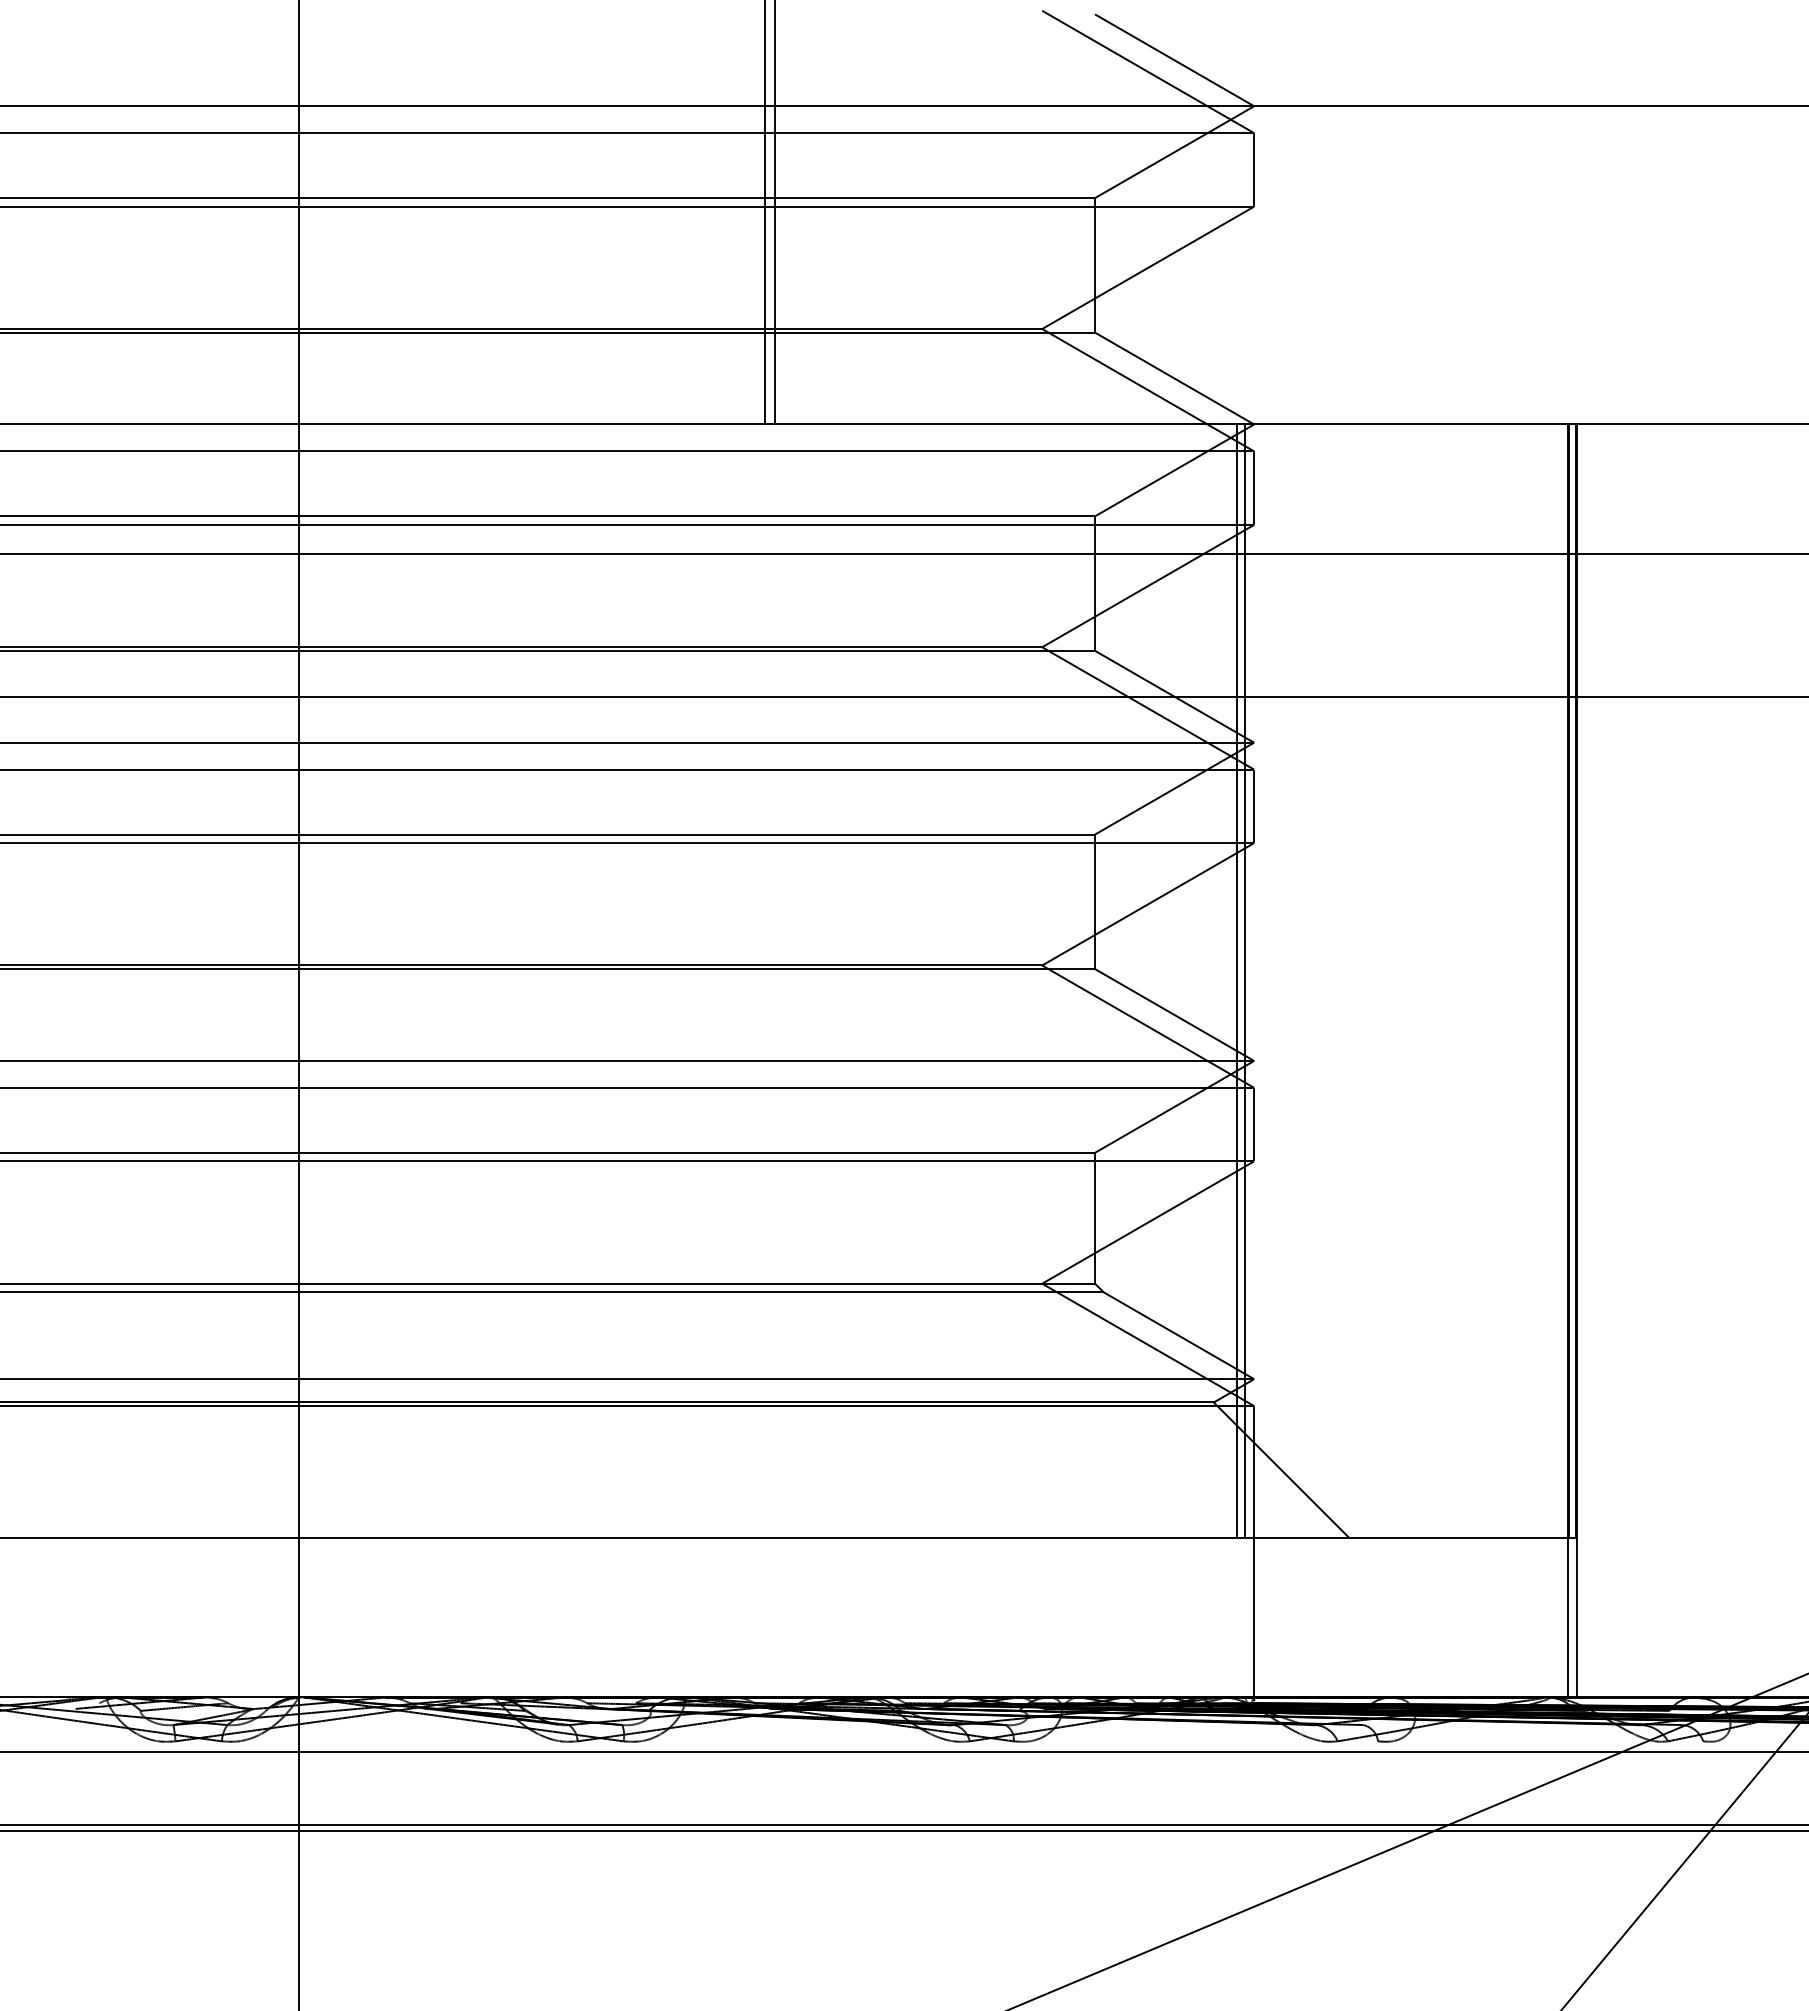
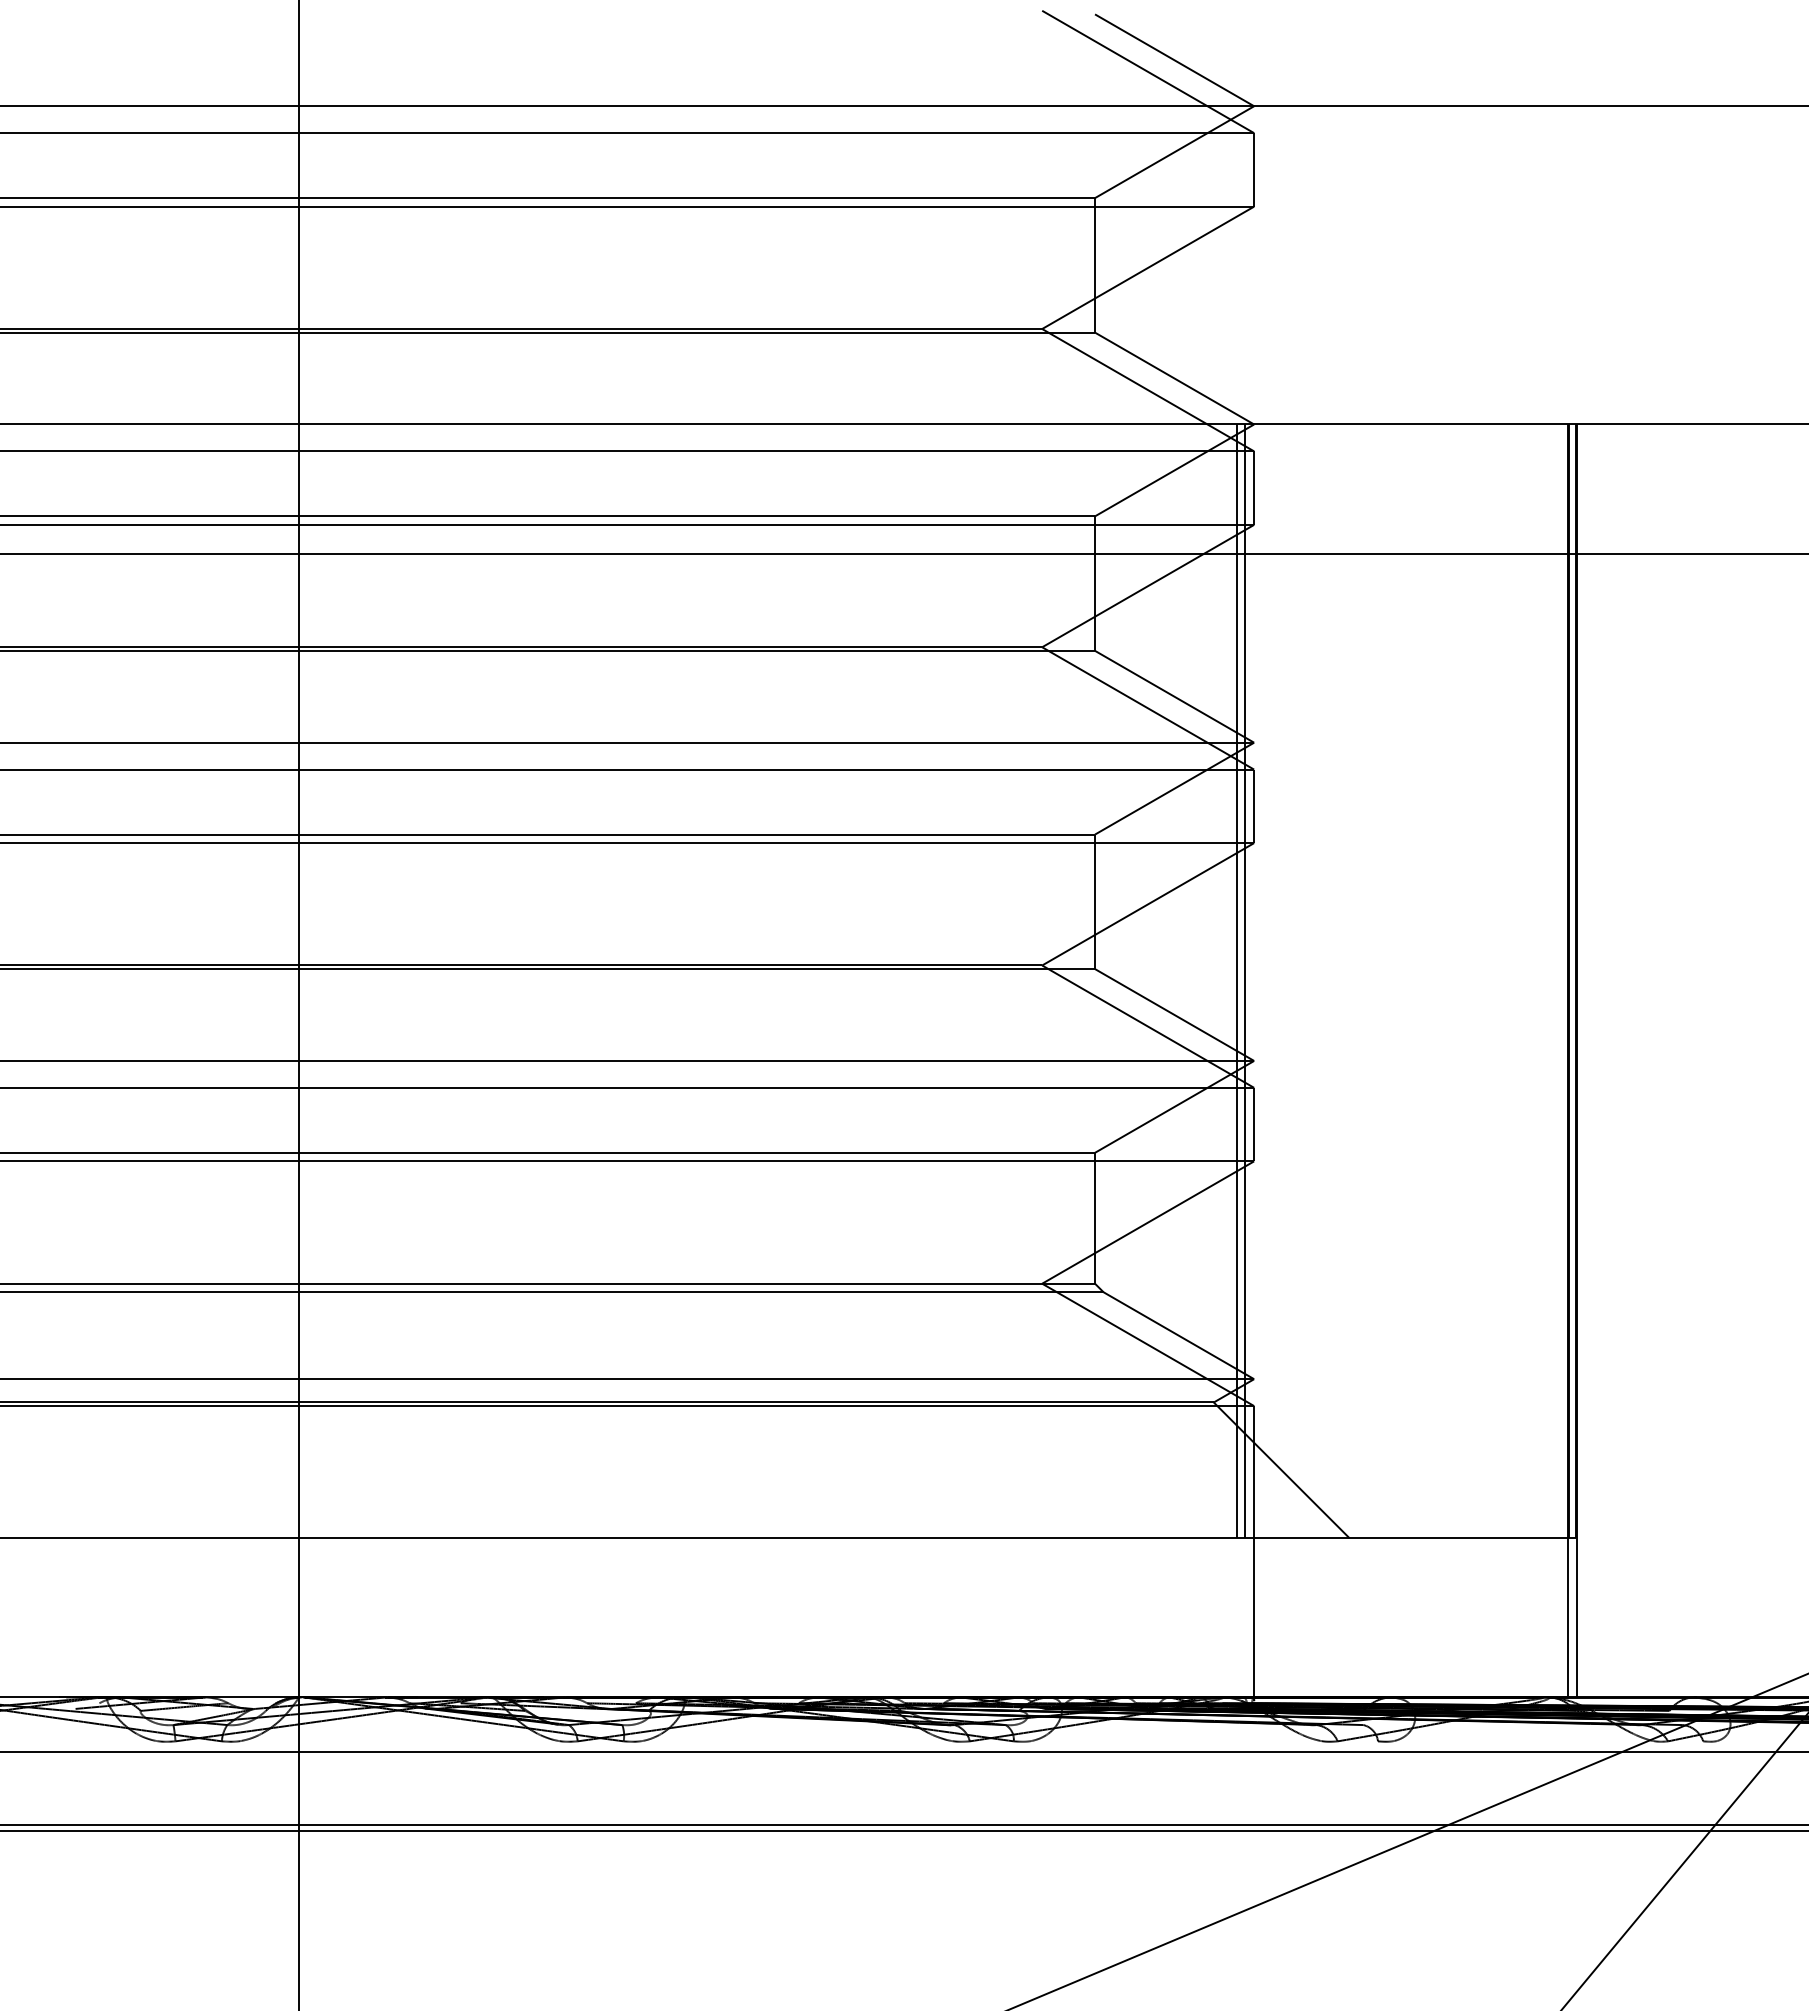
line at (765, 213): present -> none
line at (775, 213): present -> none
line at (903, 696): present -> none
